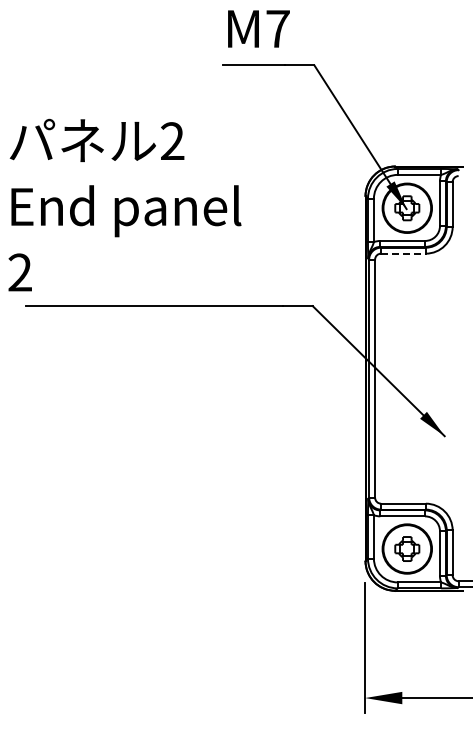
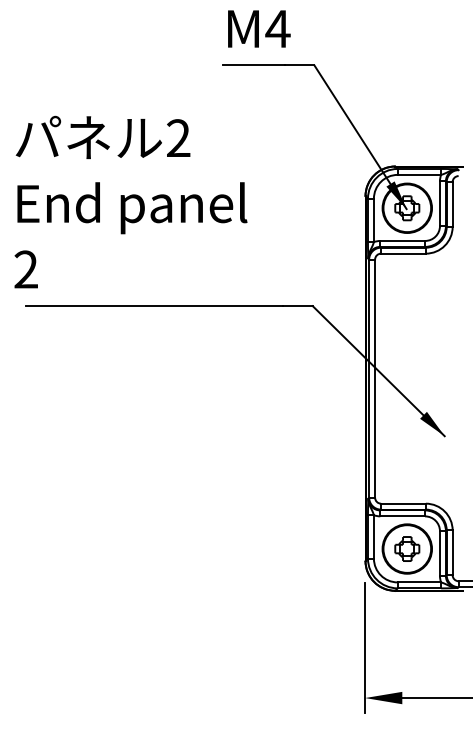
text at (277, 28): M7 -> M4
text at (124, 204) position: (124, 204) -> (130, 201)
line at (403, 253): dashed -> solid
